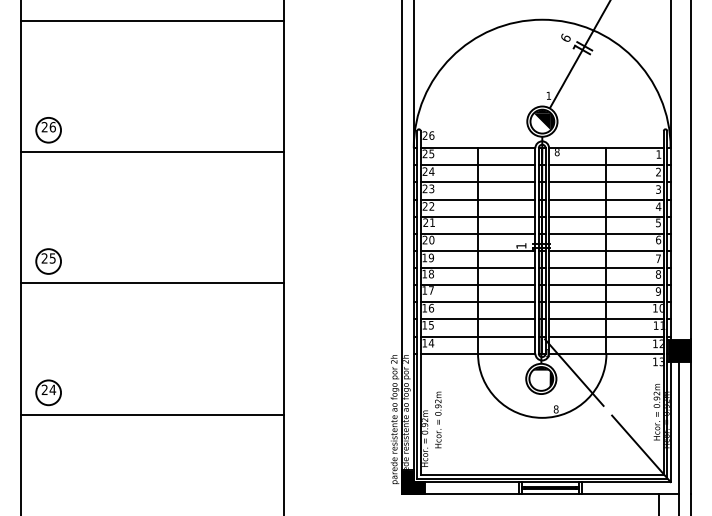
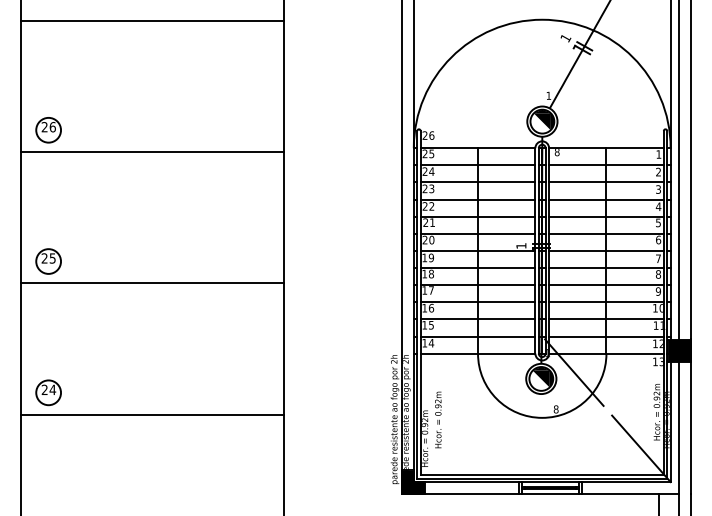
text at (565, 37): 6 -> 1
line at (679, 170): none -> present
fill at (540, 378): none -> present
